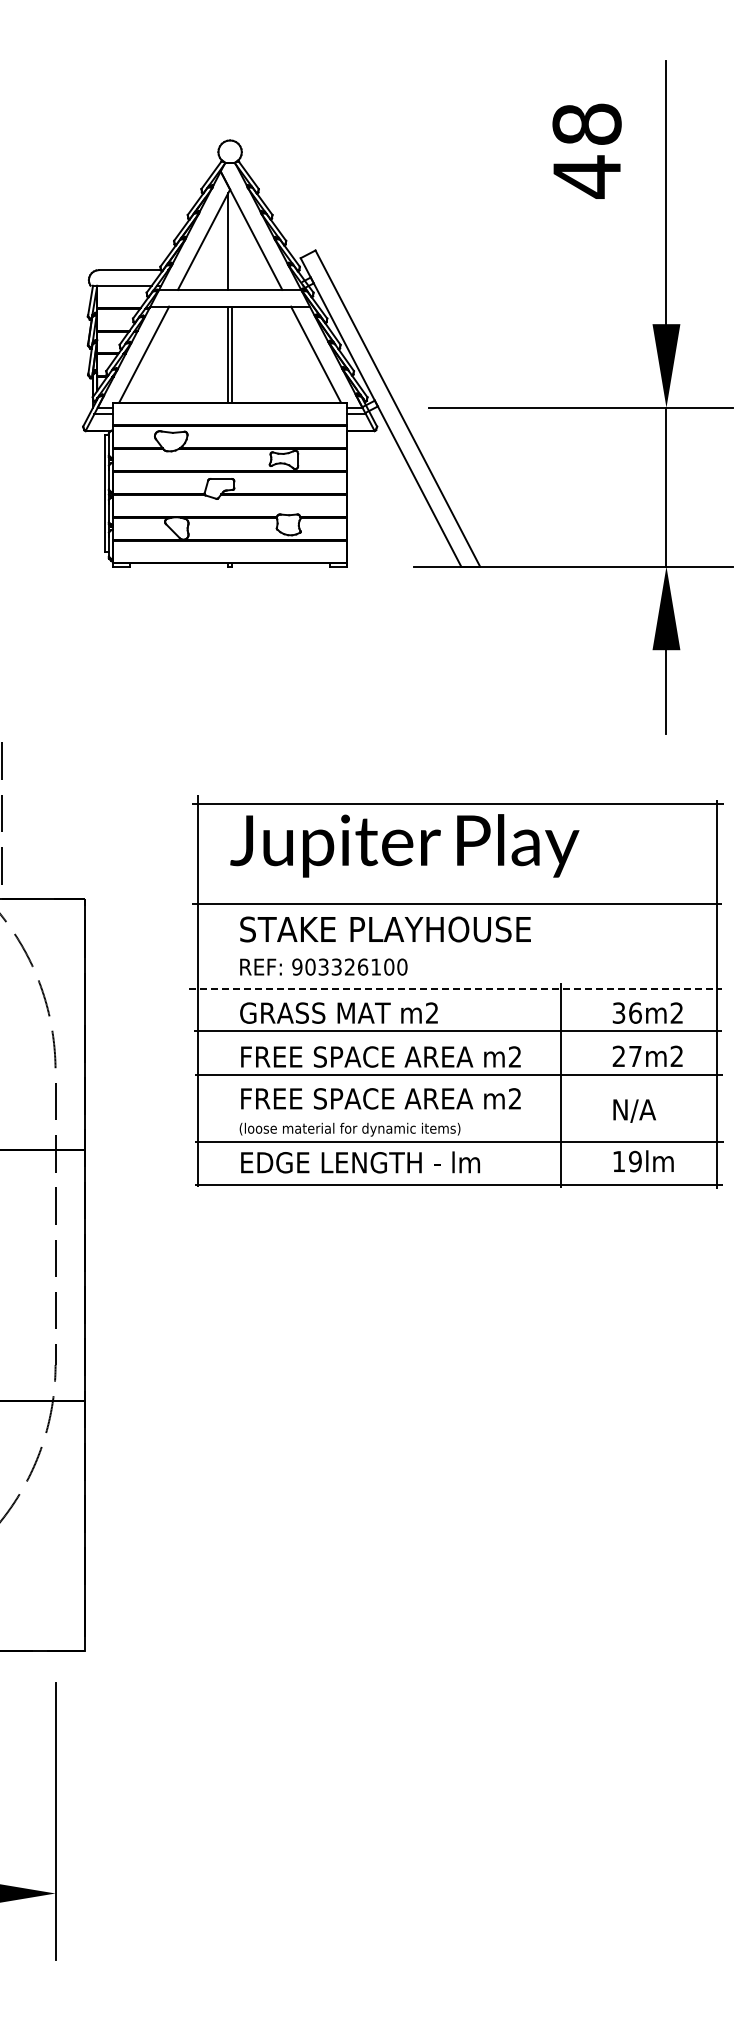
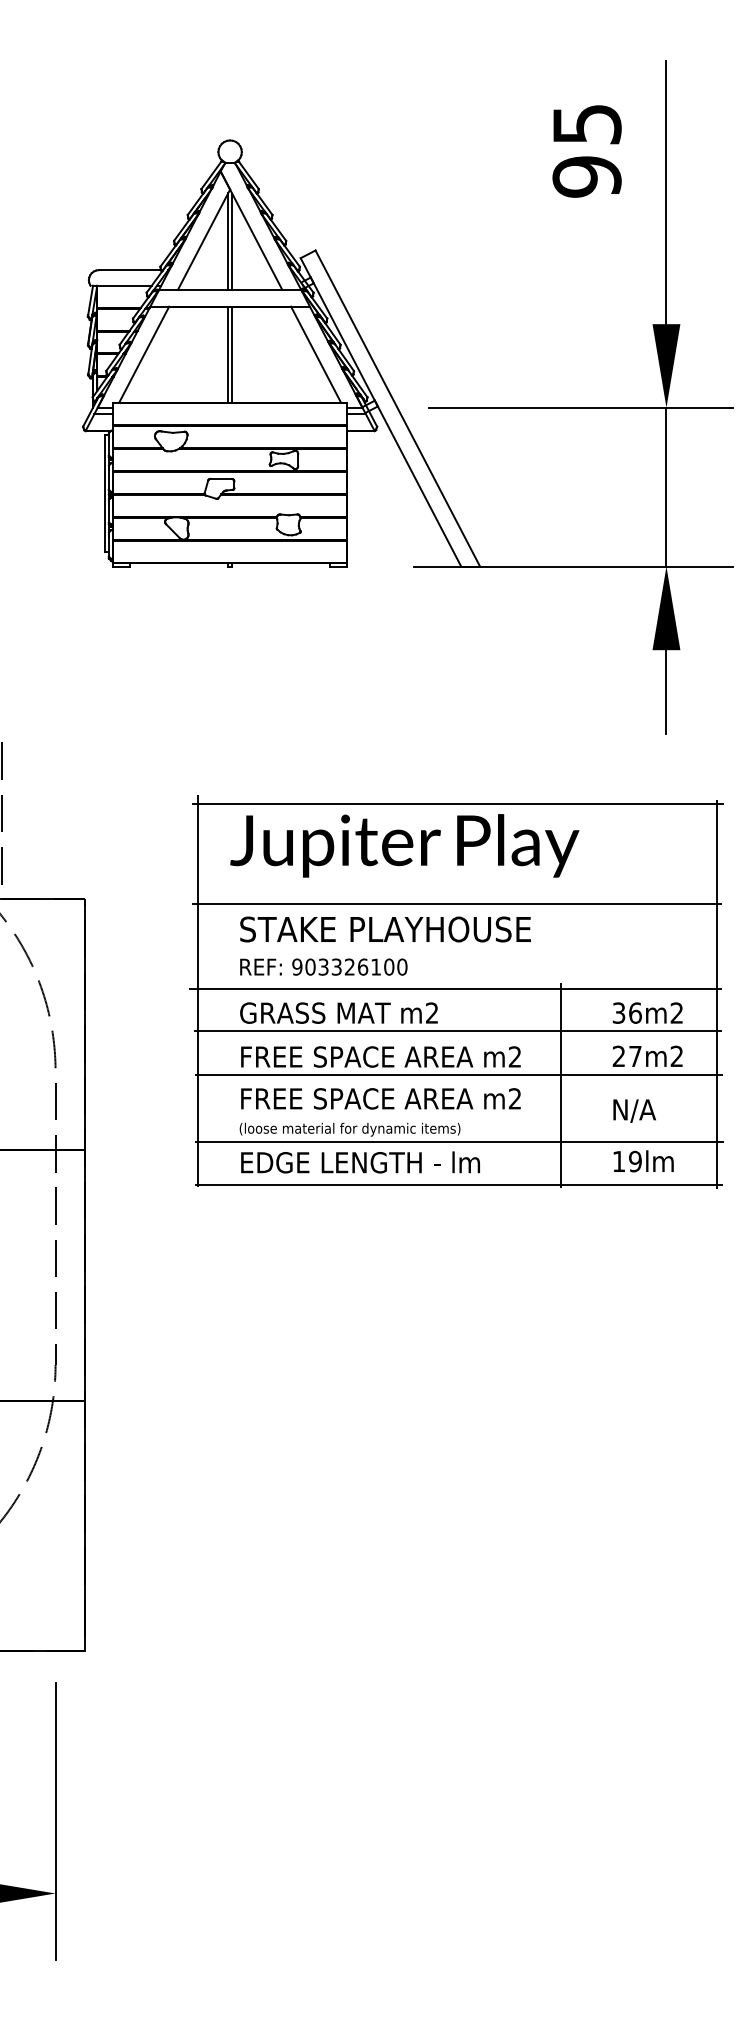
text at (586, 150): 48 -> 95
line at (232, 241): none -> present
line at (455, 989): dashed -> solid
